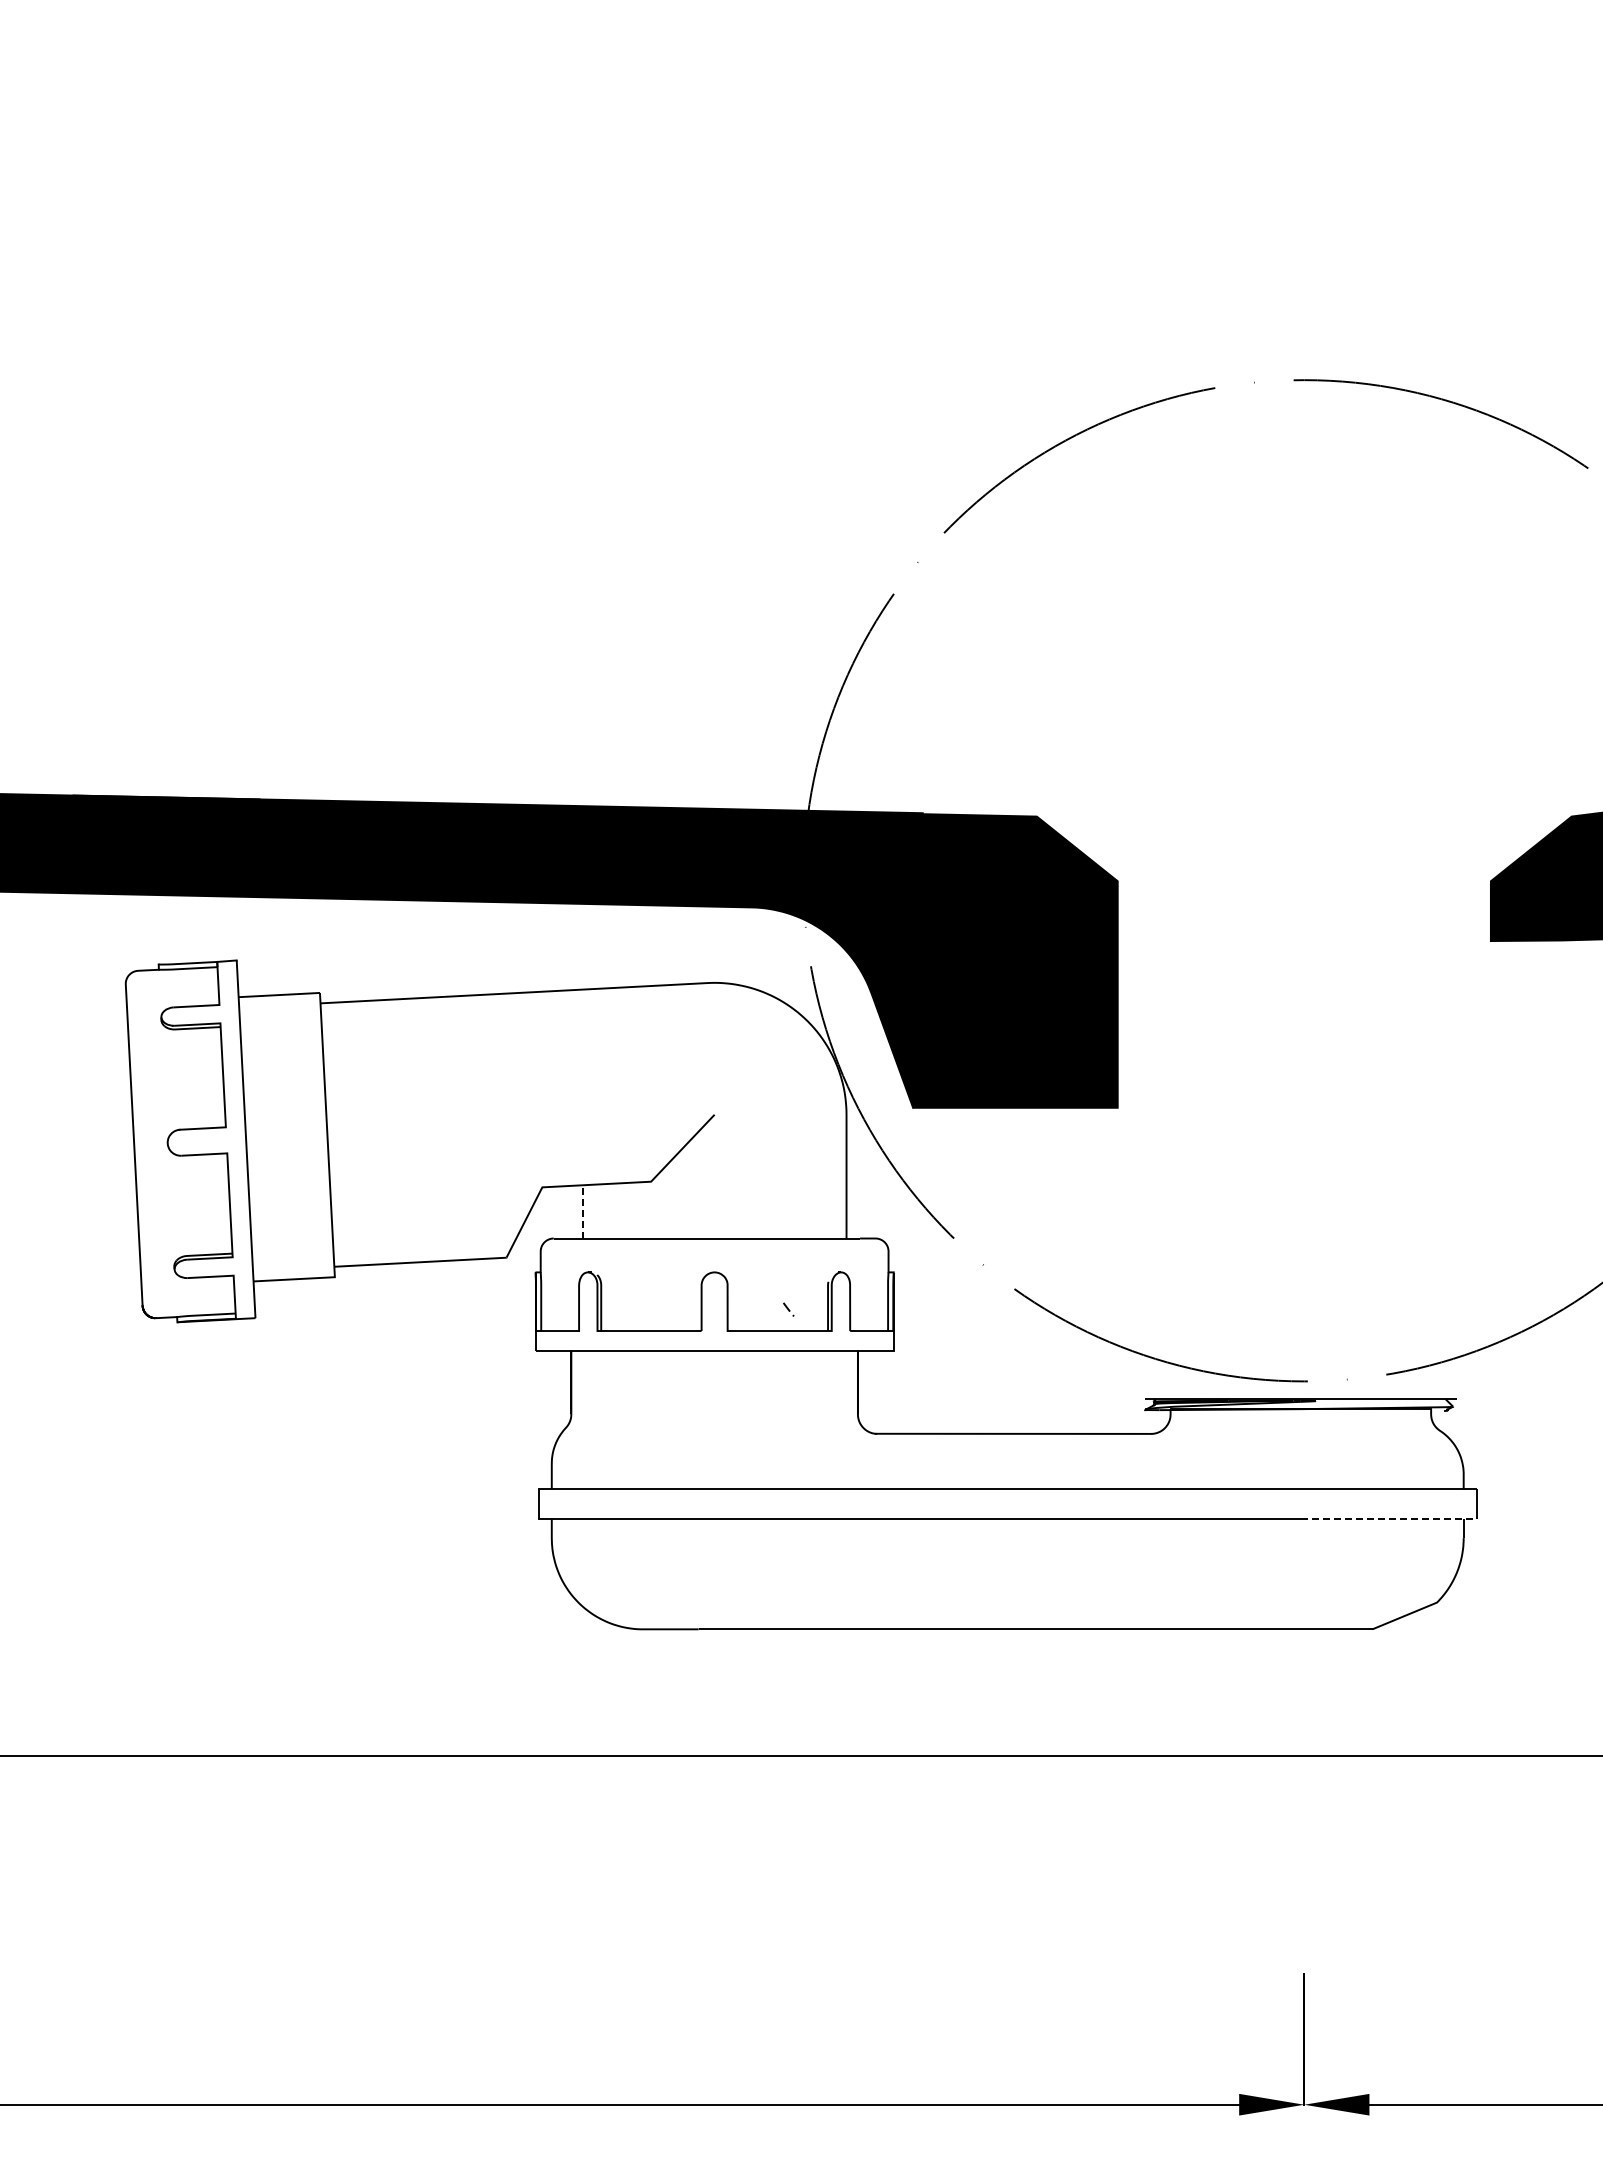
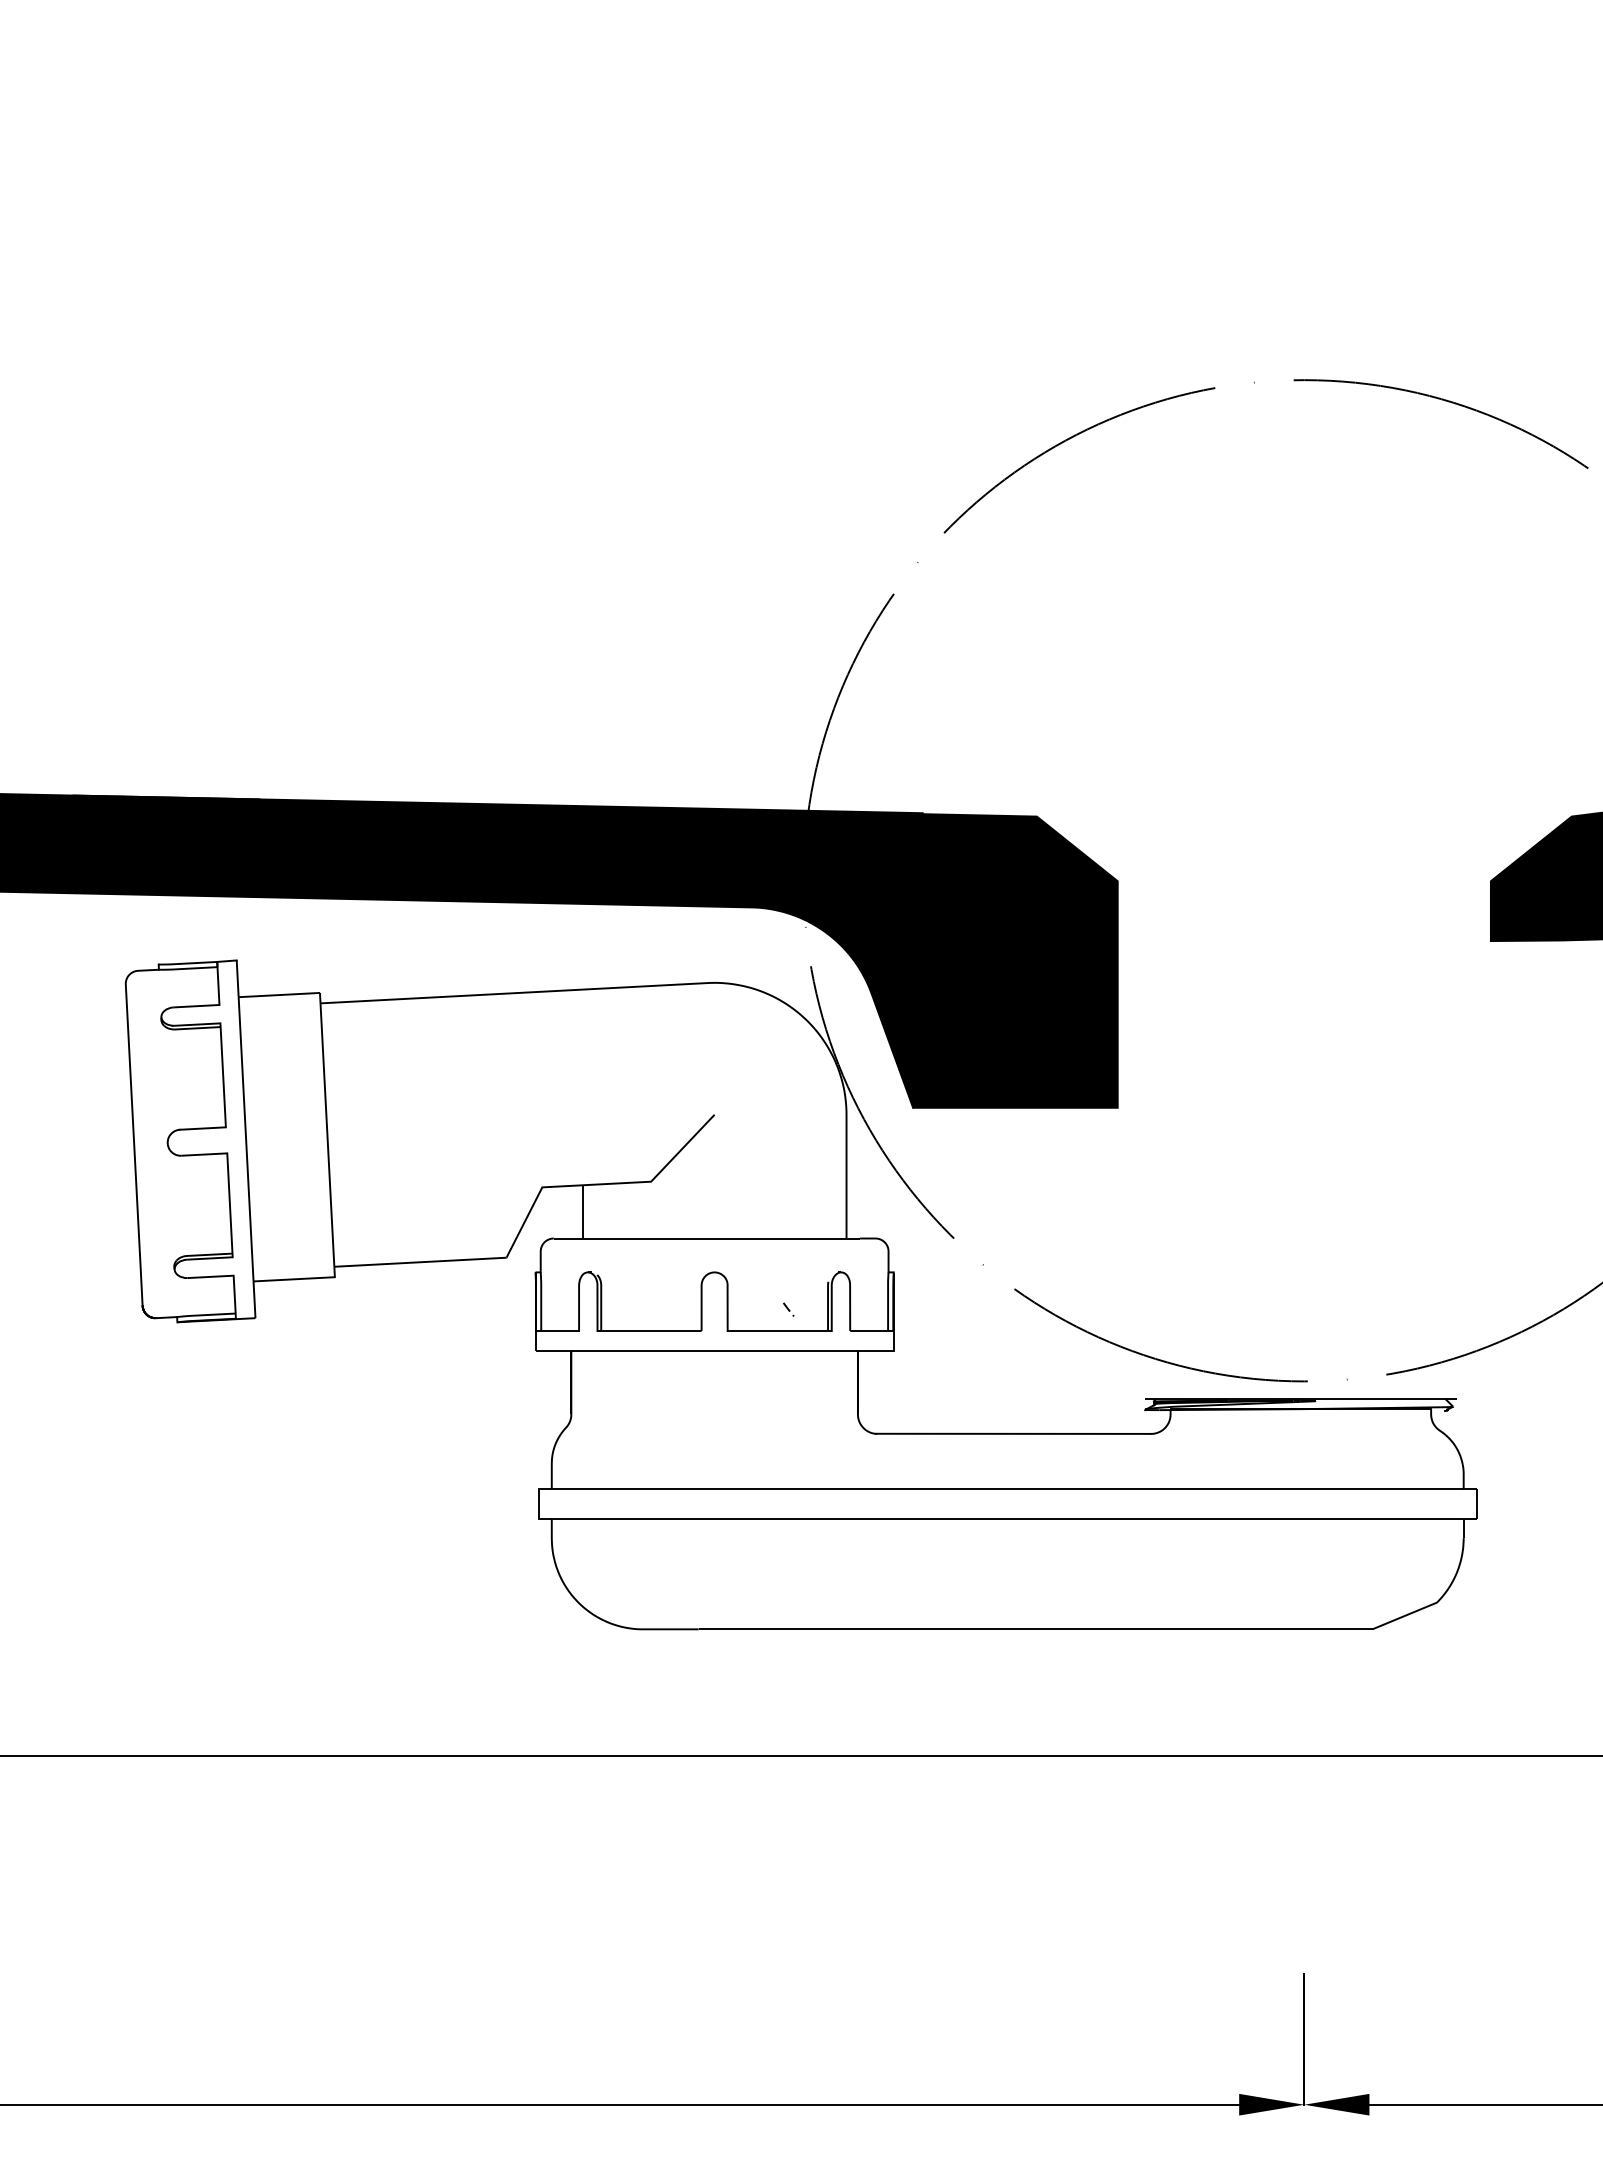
line at (582, 1211): dashed -> solid
line at (1388, 1518): dashed -> solid
